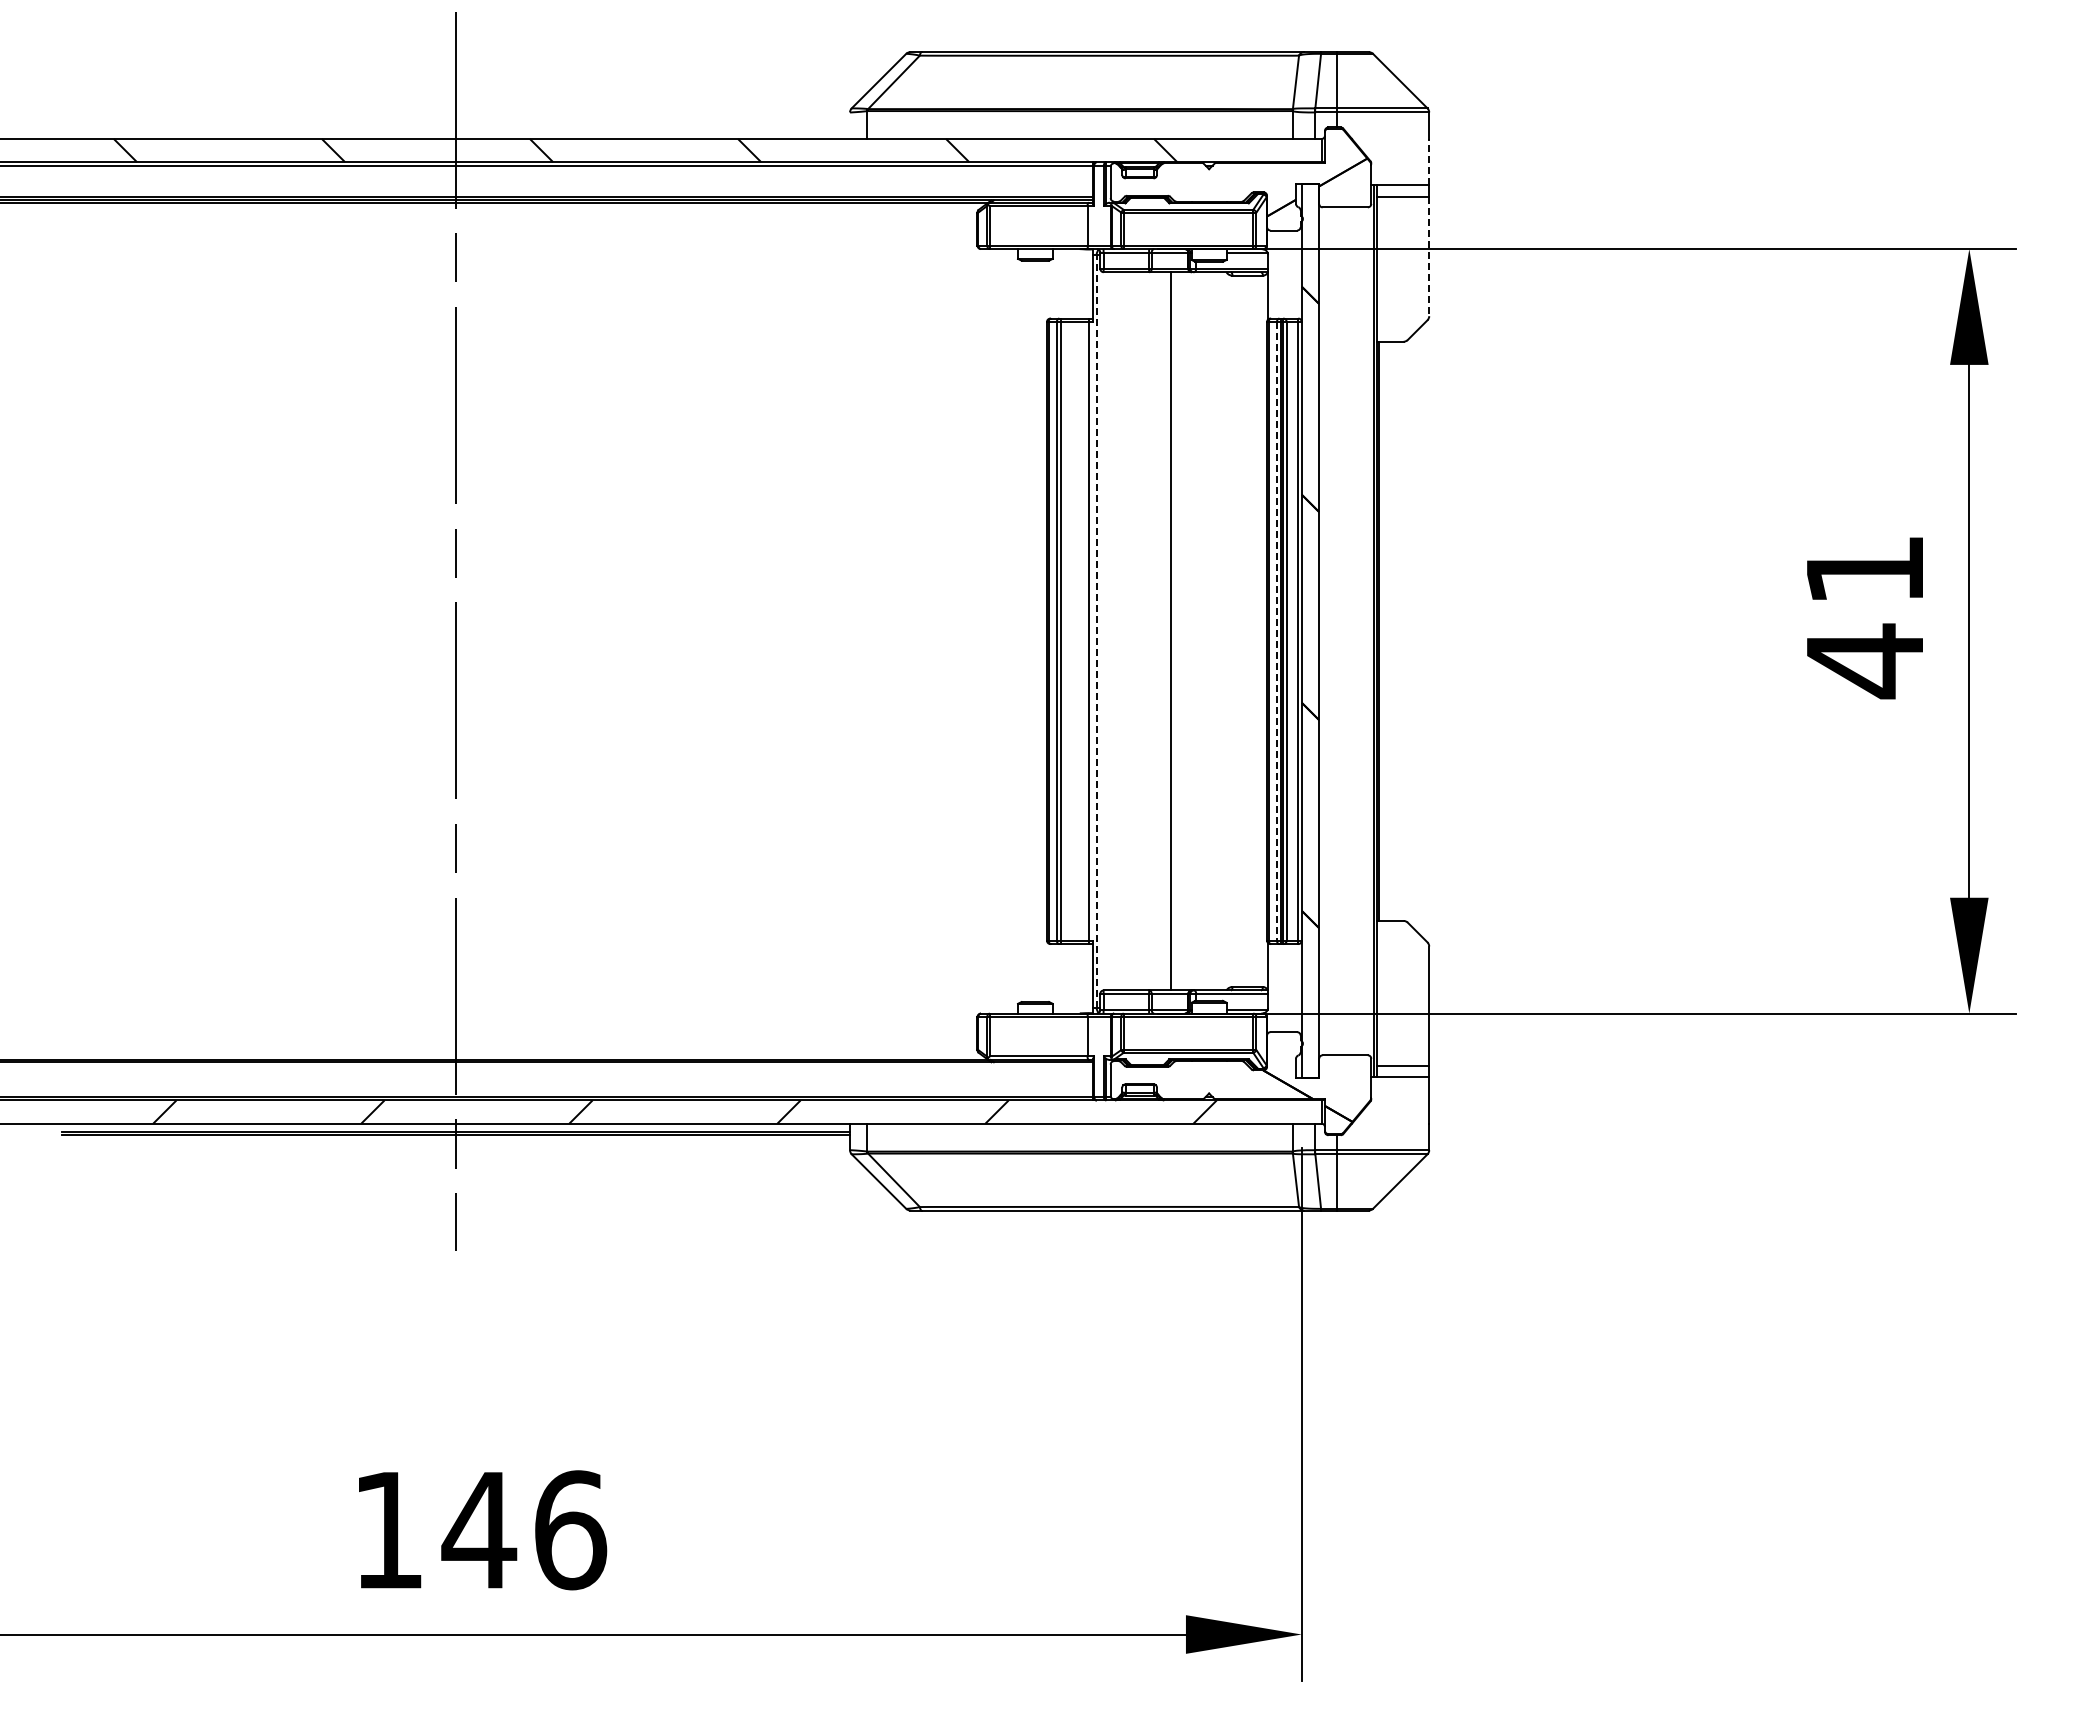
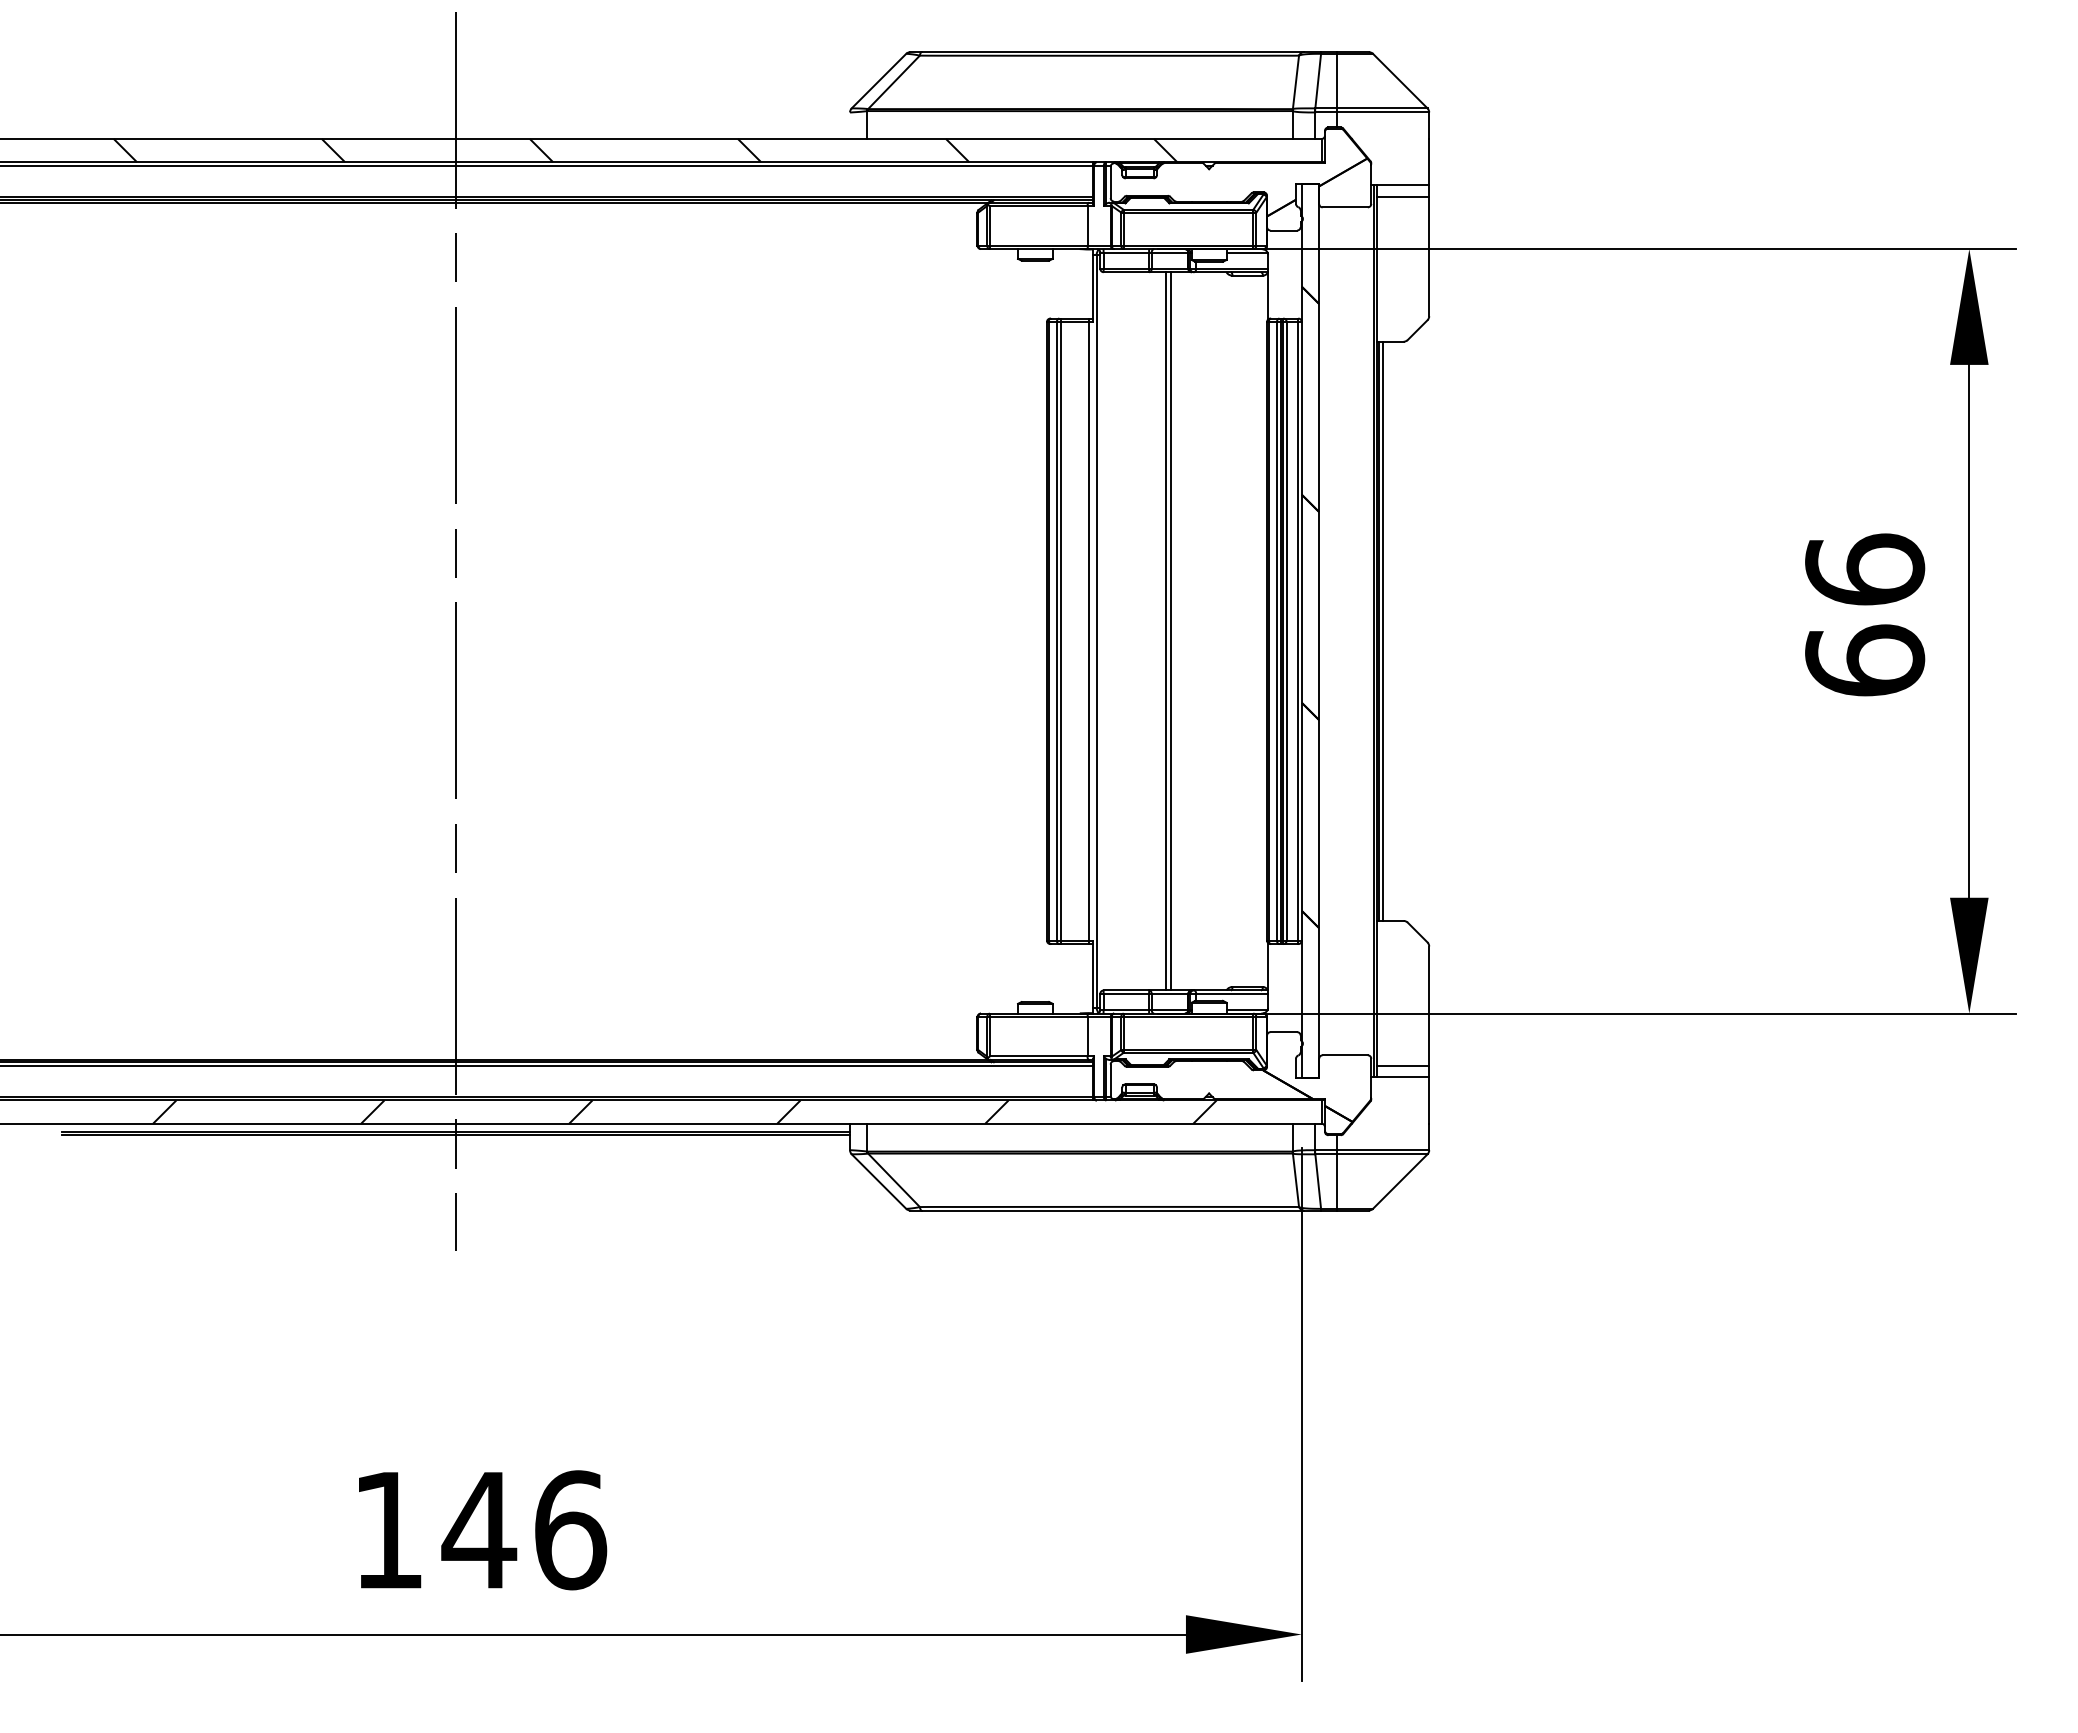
line at (1429, 161): dashed -> solid
line at (1429, 256): dashed -> solid
text at (1865, 616): 41 -> 66
line at (1096, 630): dashed -> solid
line at (1382, 630): none -> present
line at (1165, 631): none -> present
line at (1276, 631): dashed -> solid
line at (547, 1065): none -> present
